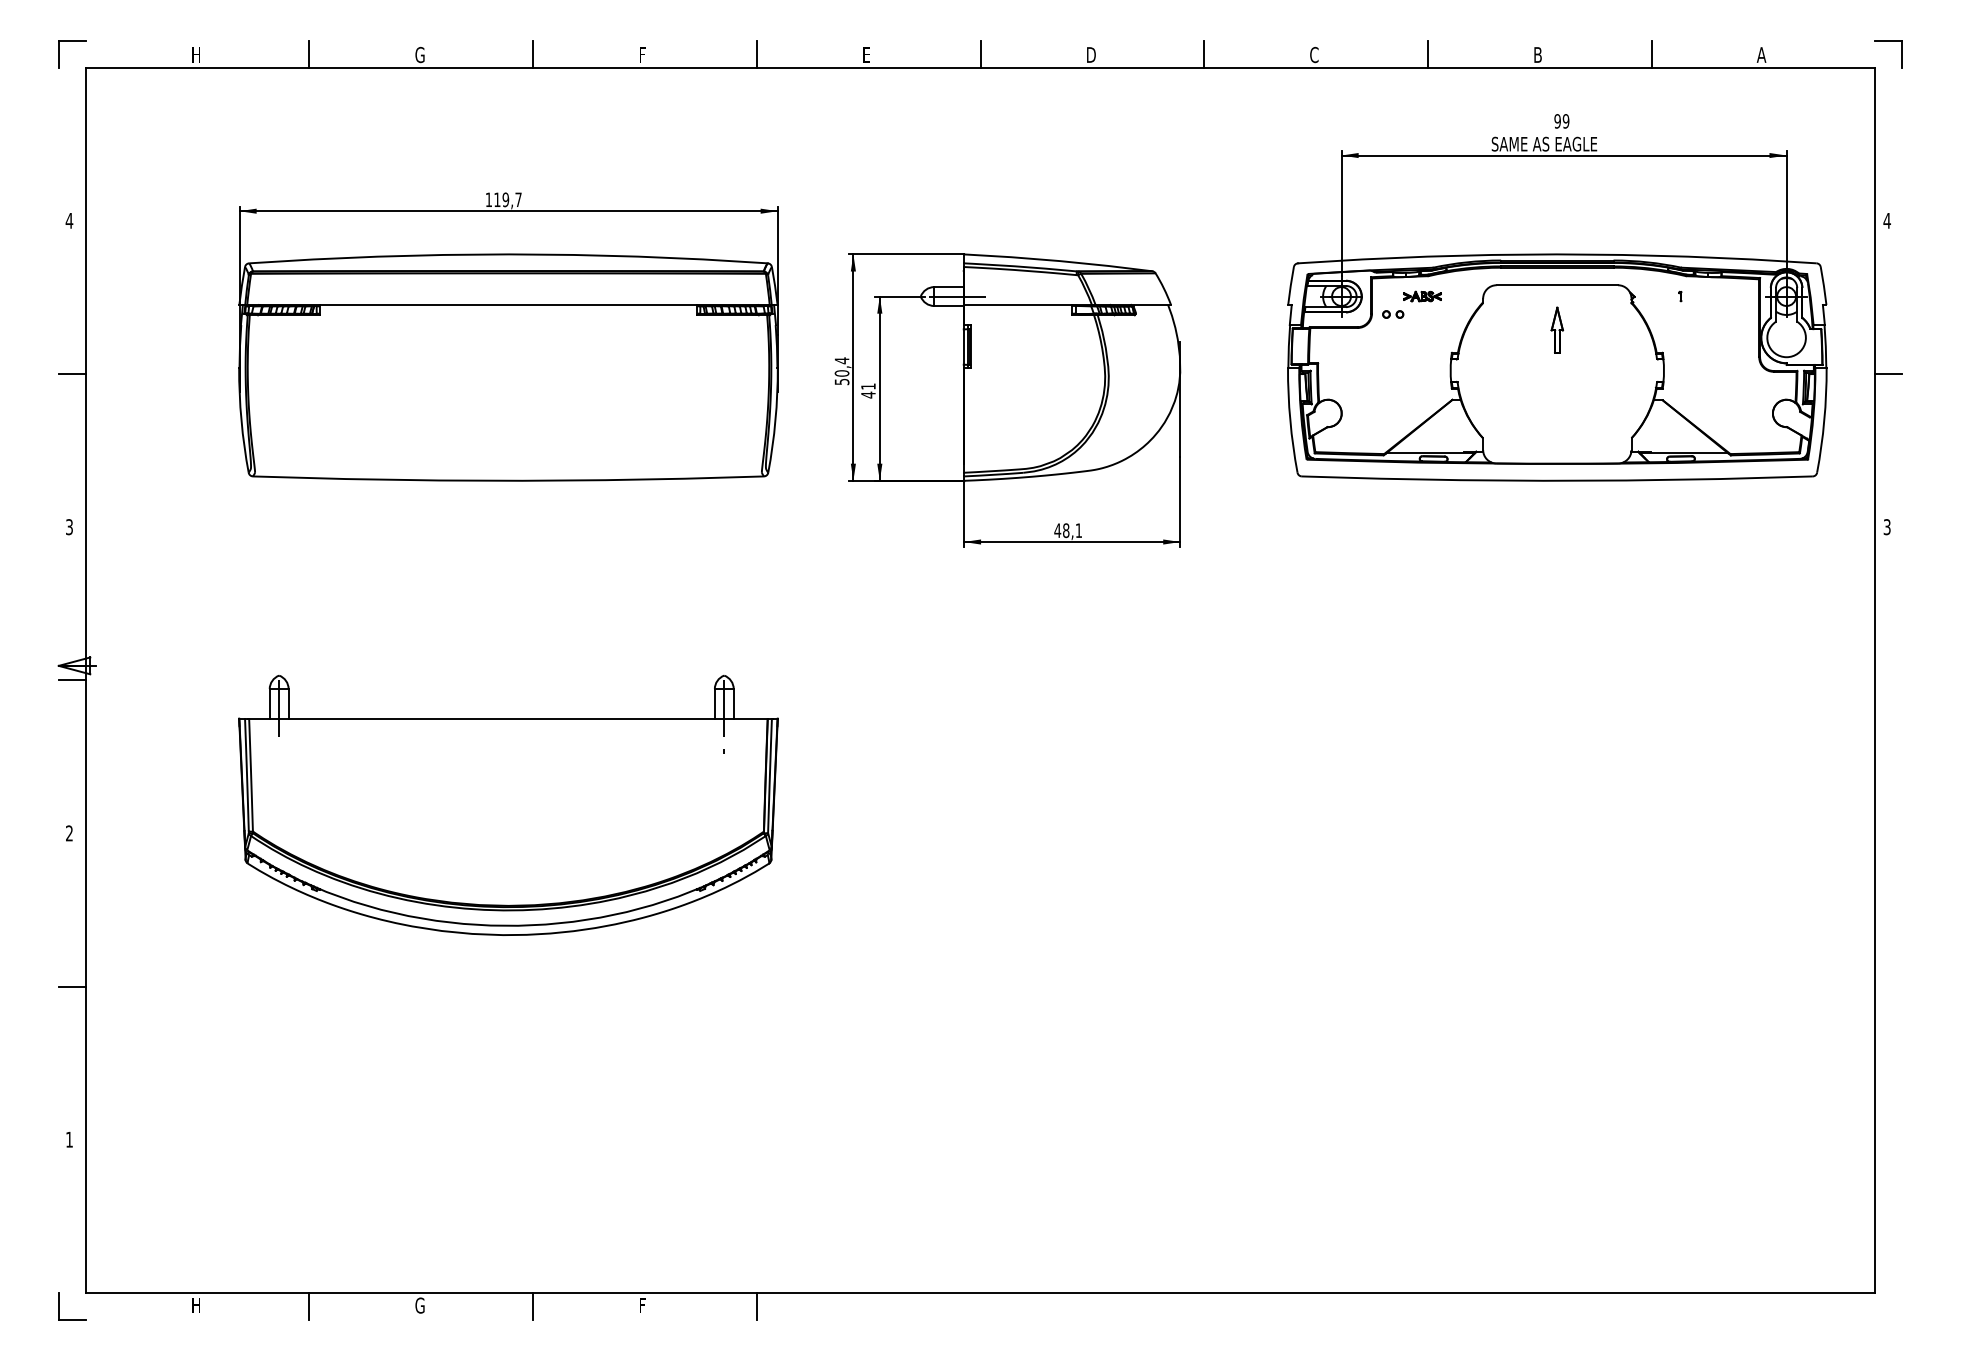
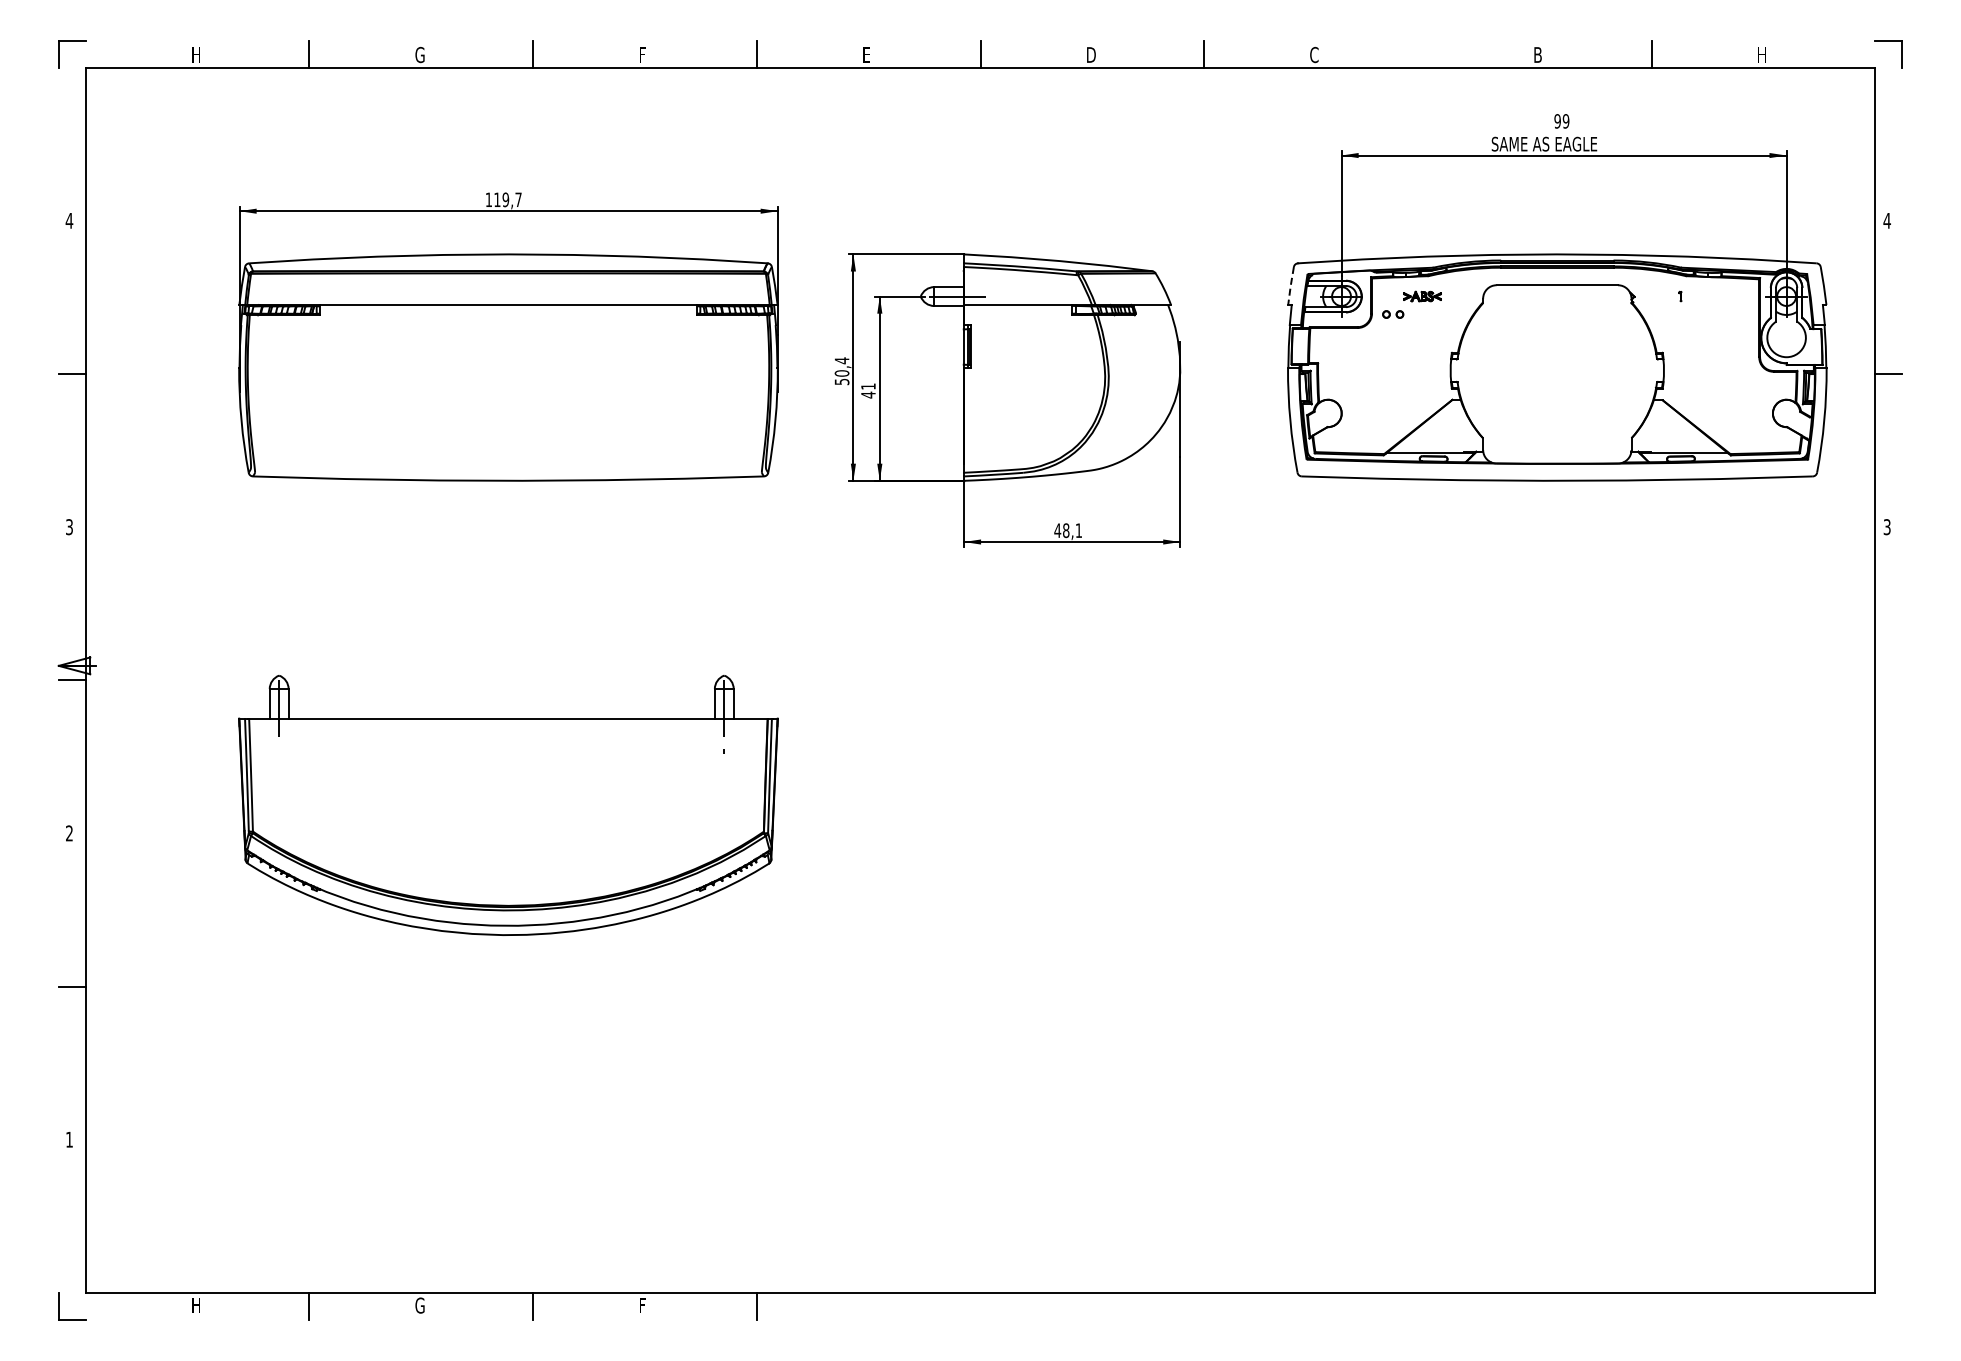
line at (1427, 53): present -> none
text at (1761, 54): A -> H
line at (1290, 285): solid -> dashed
part at (1557, 329): present -> none
